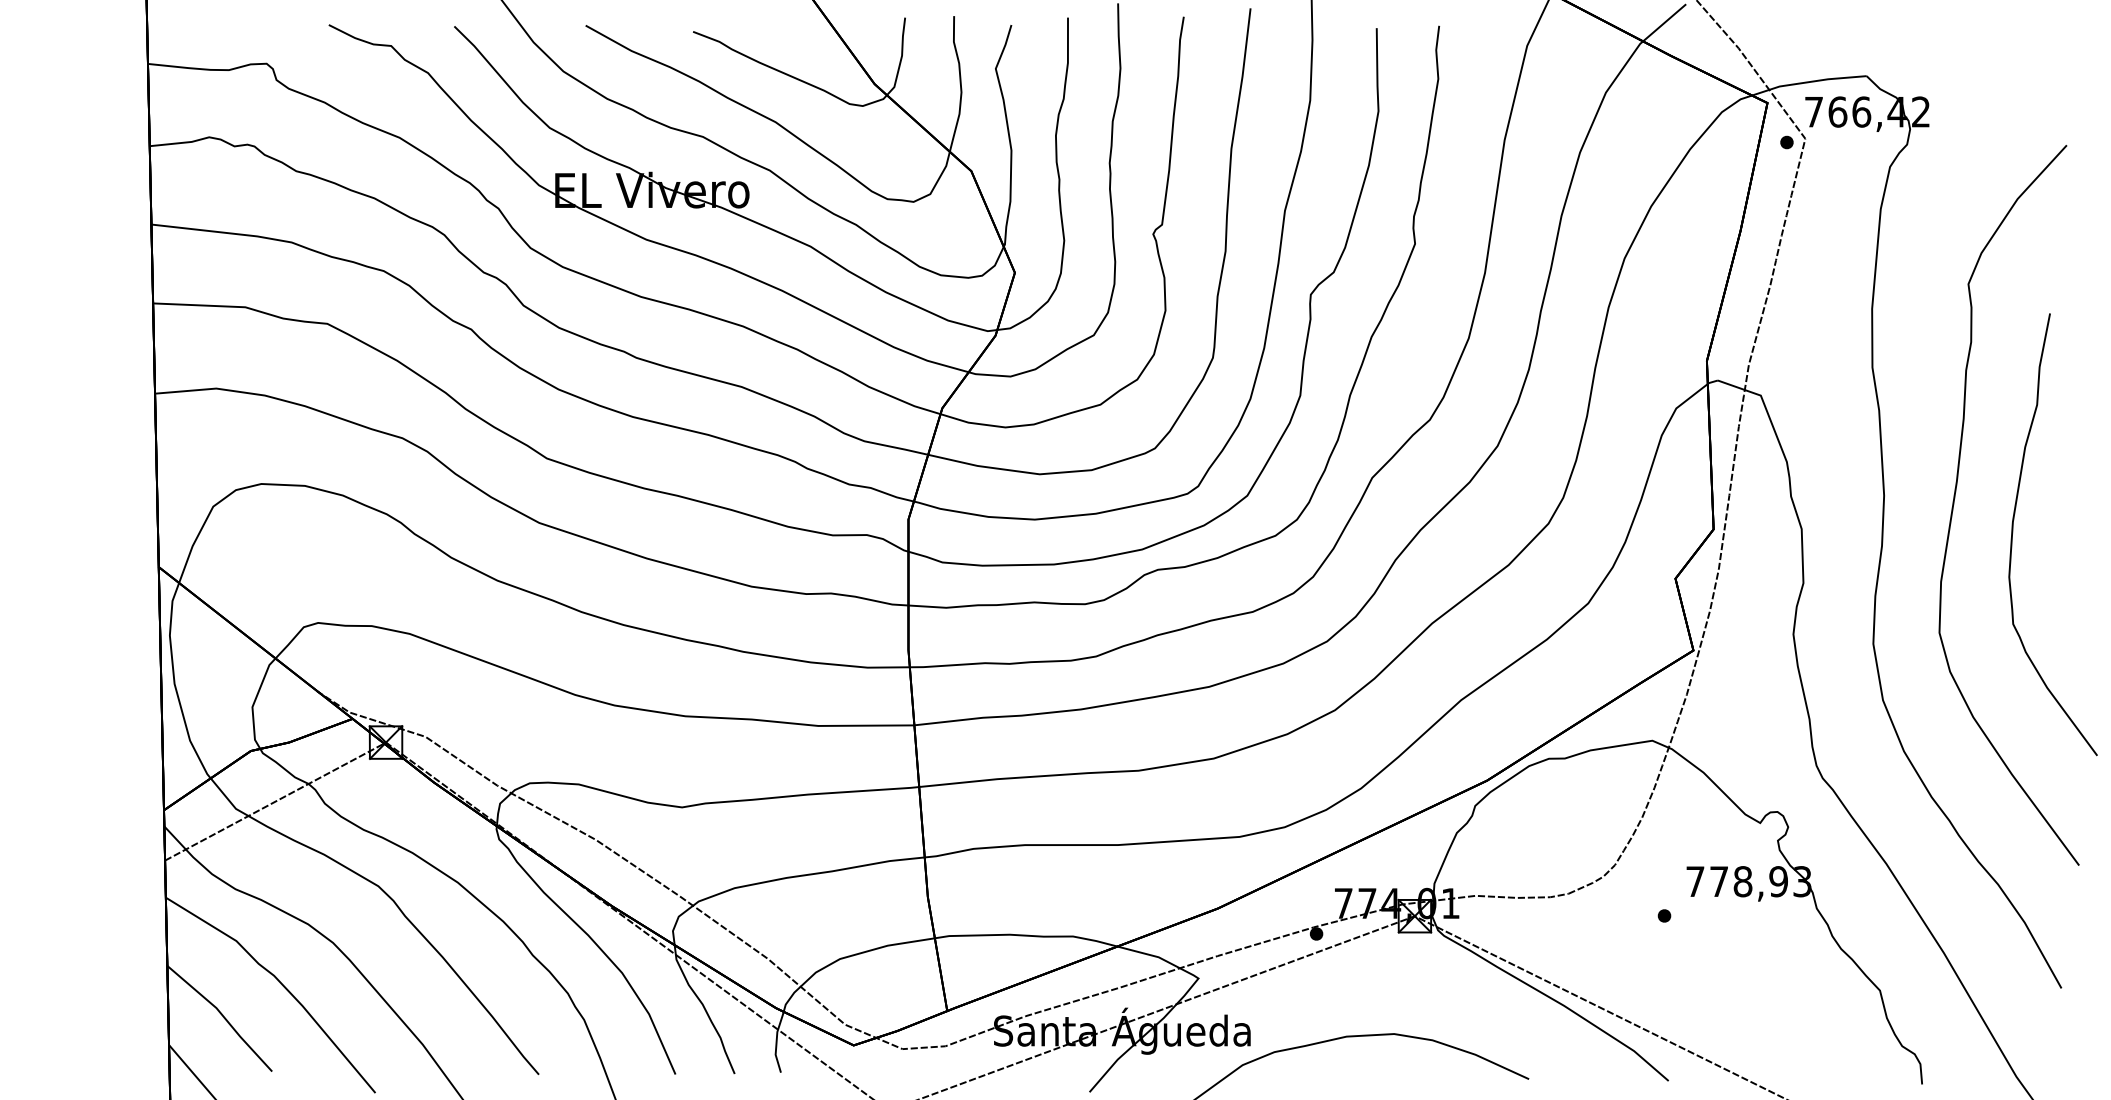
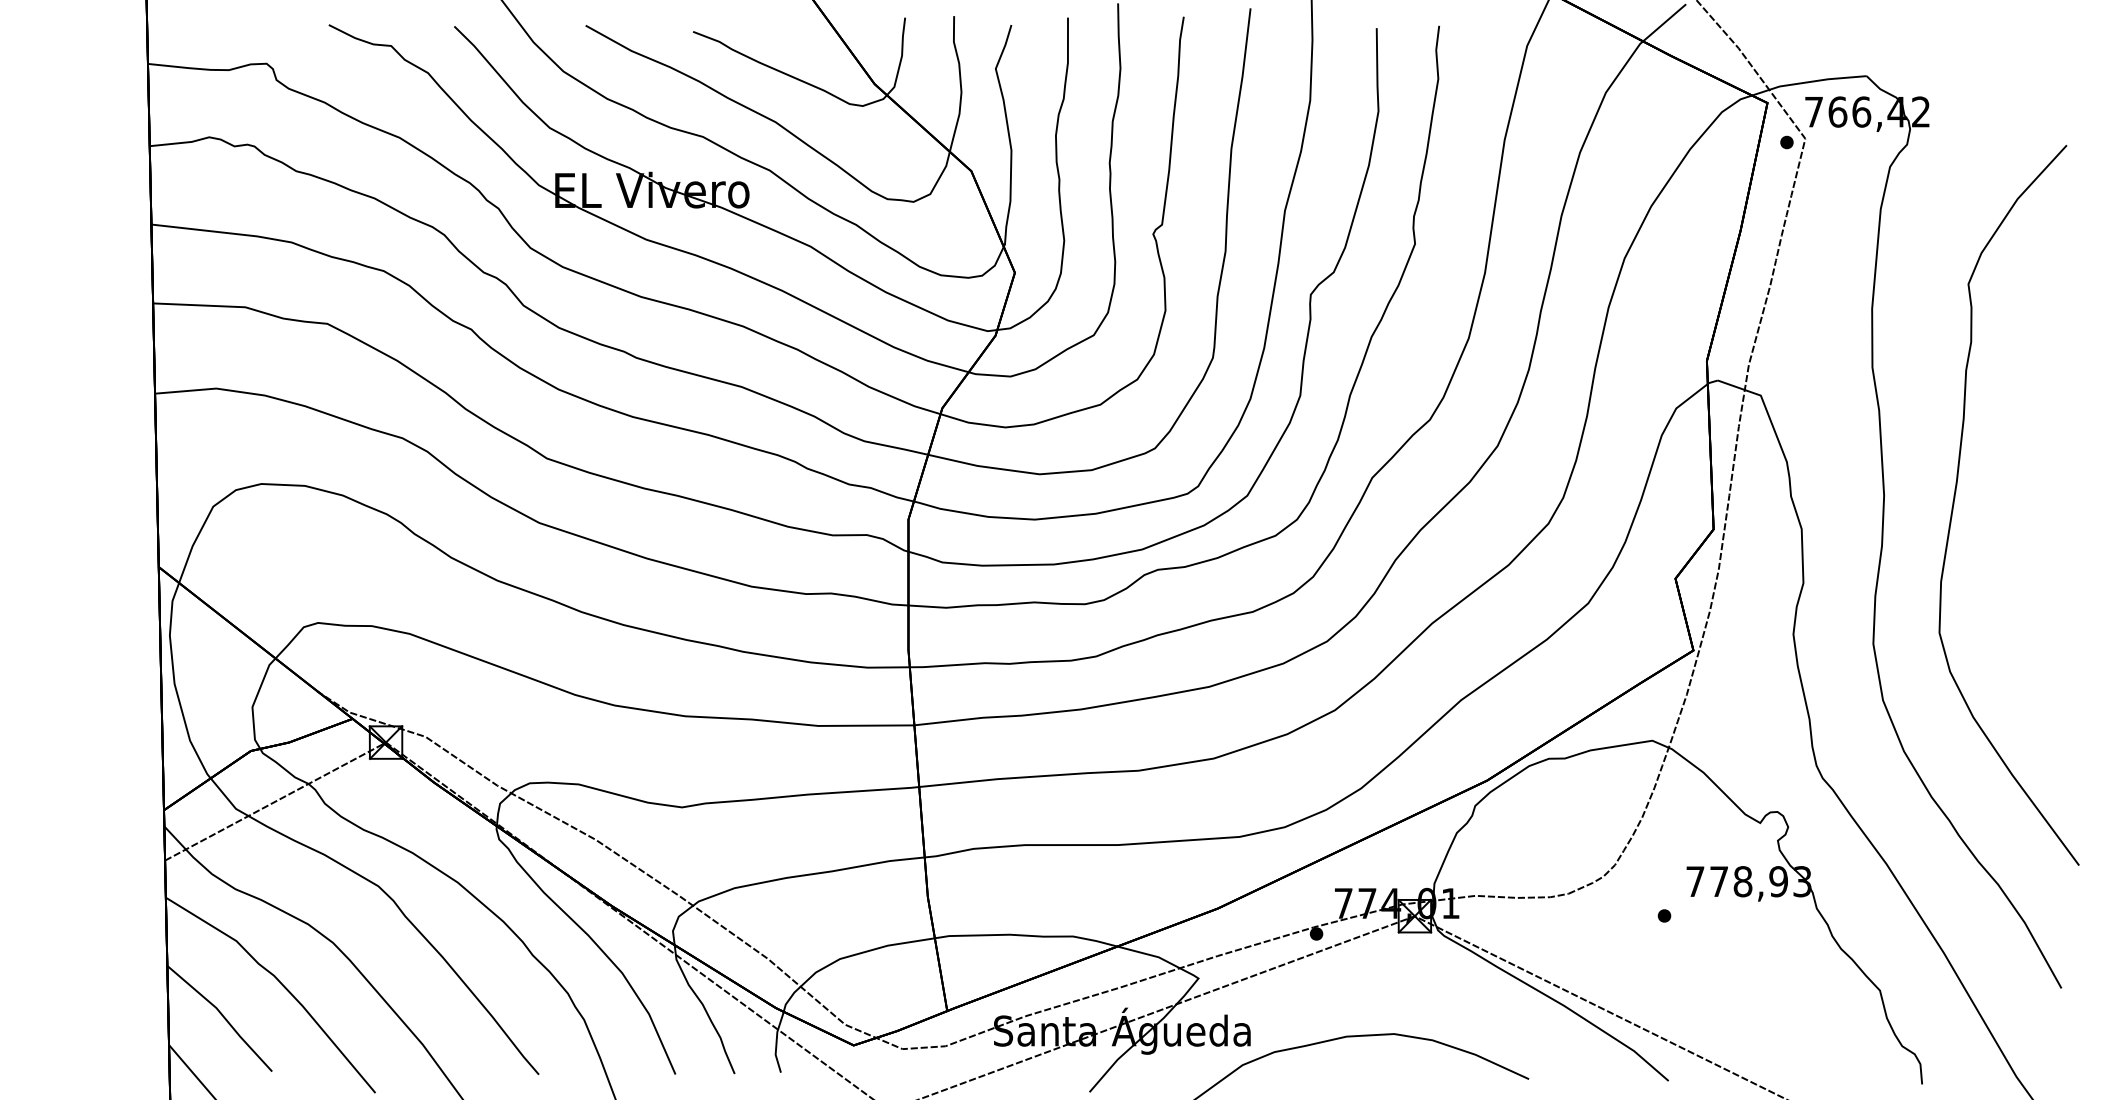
curve at (2013, 532): present -> none
